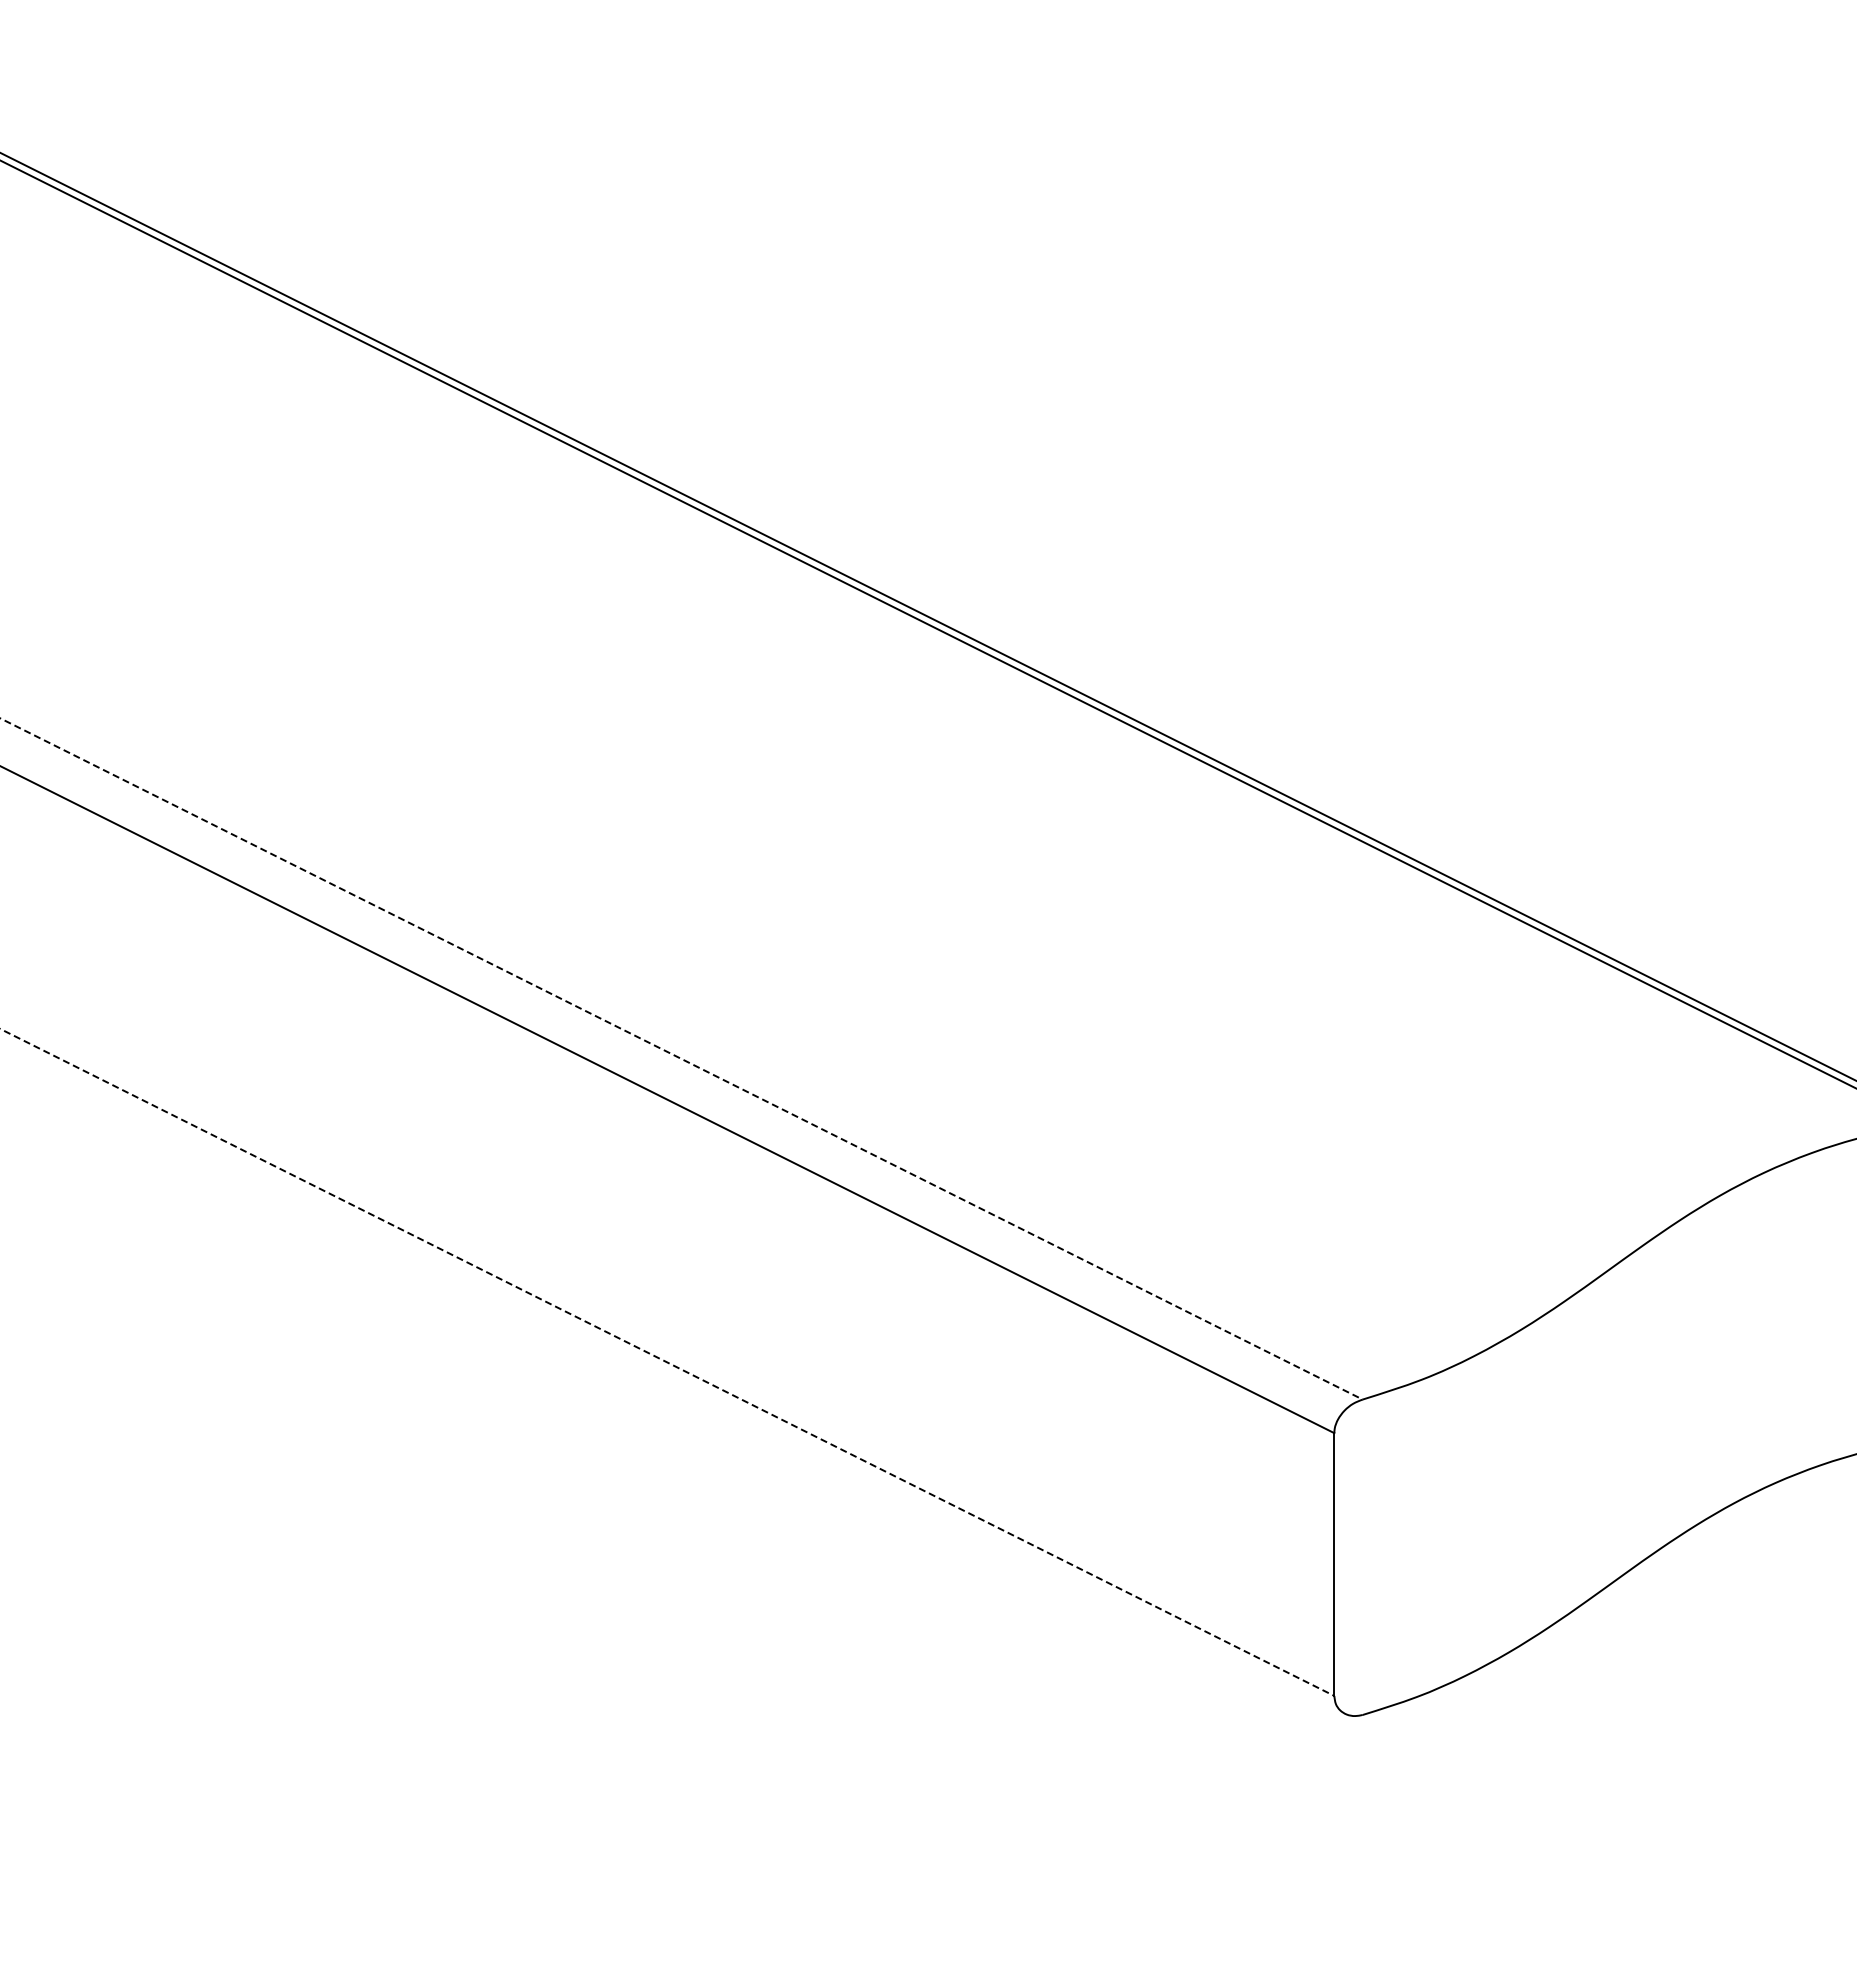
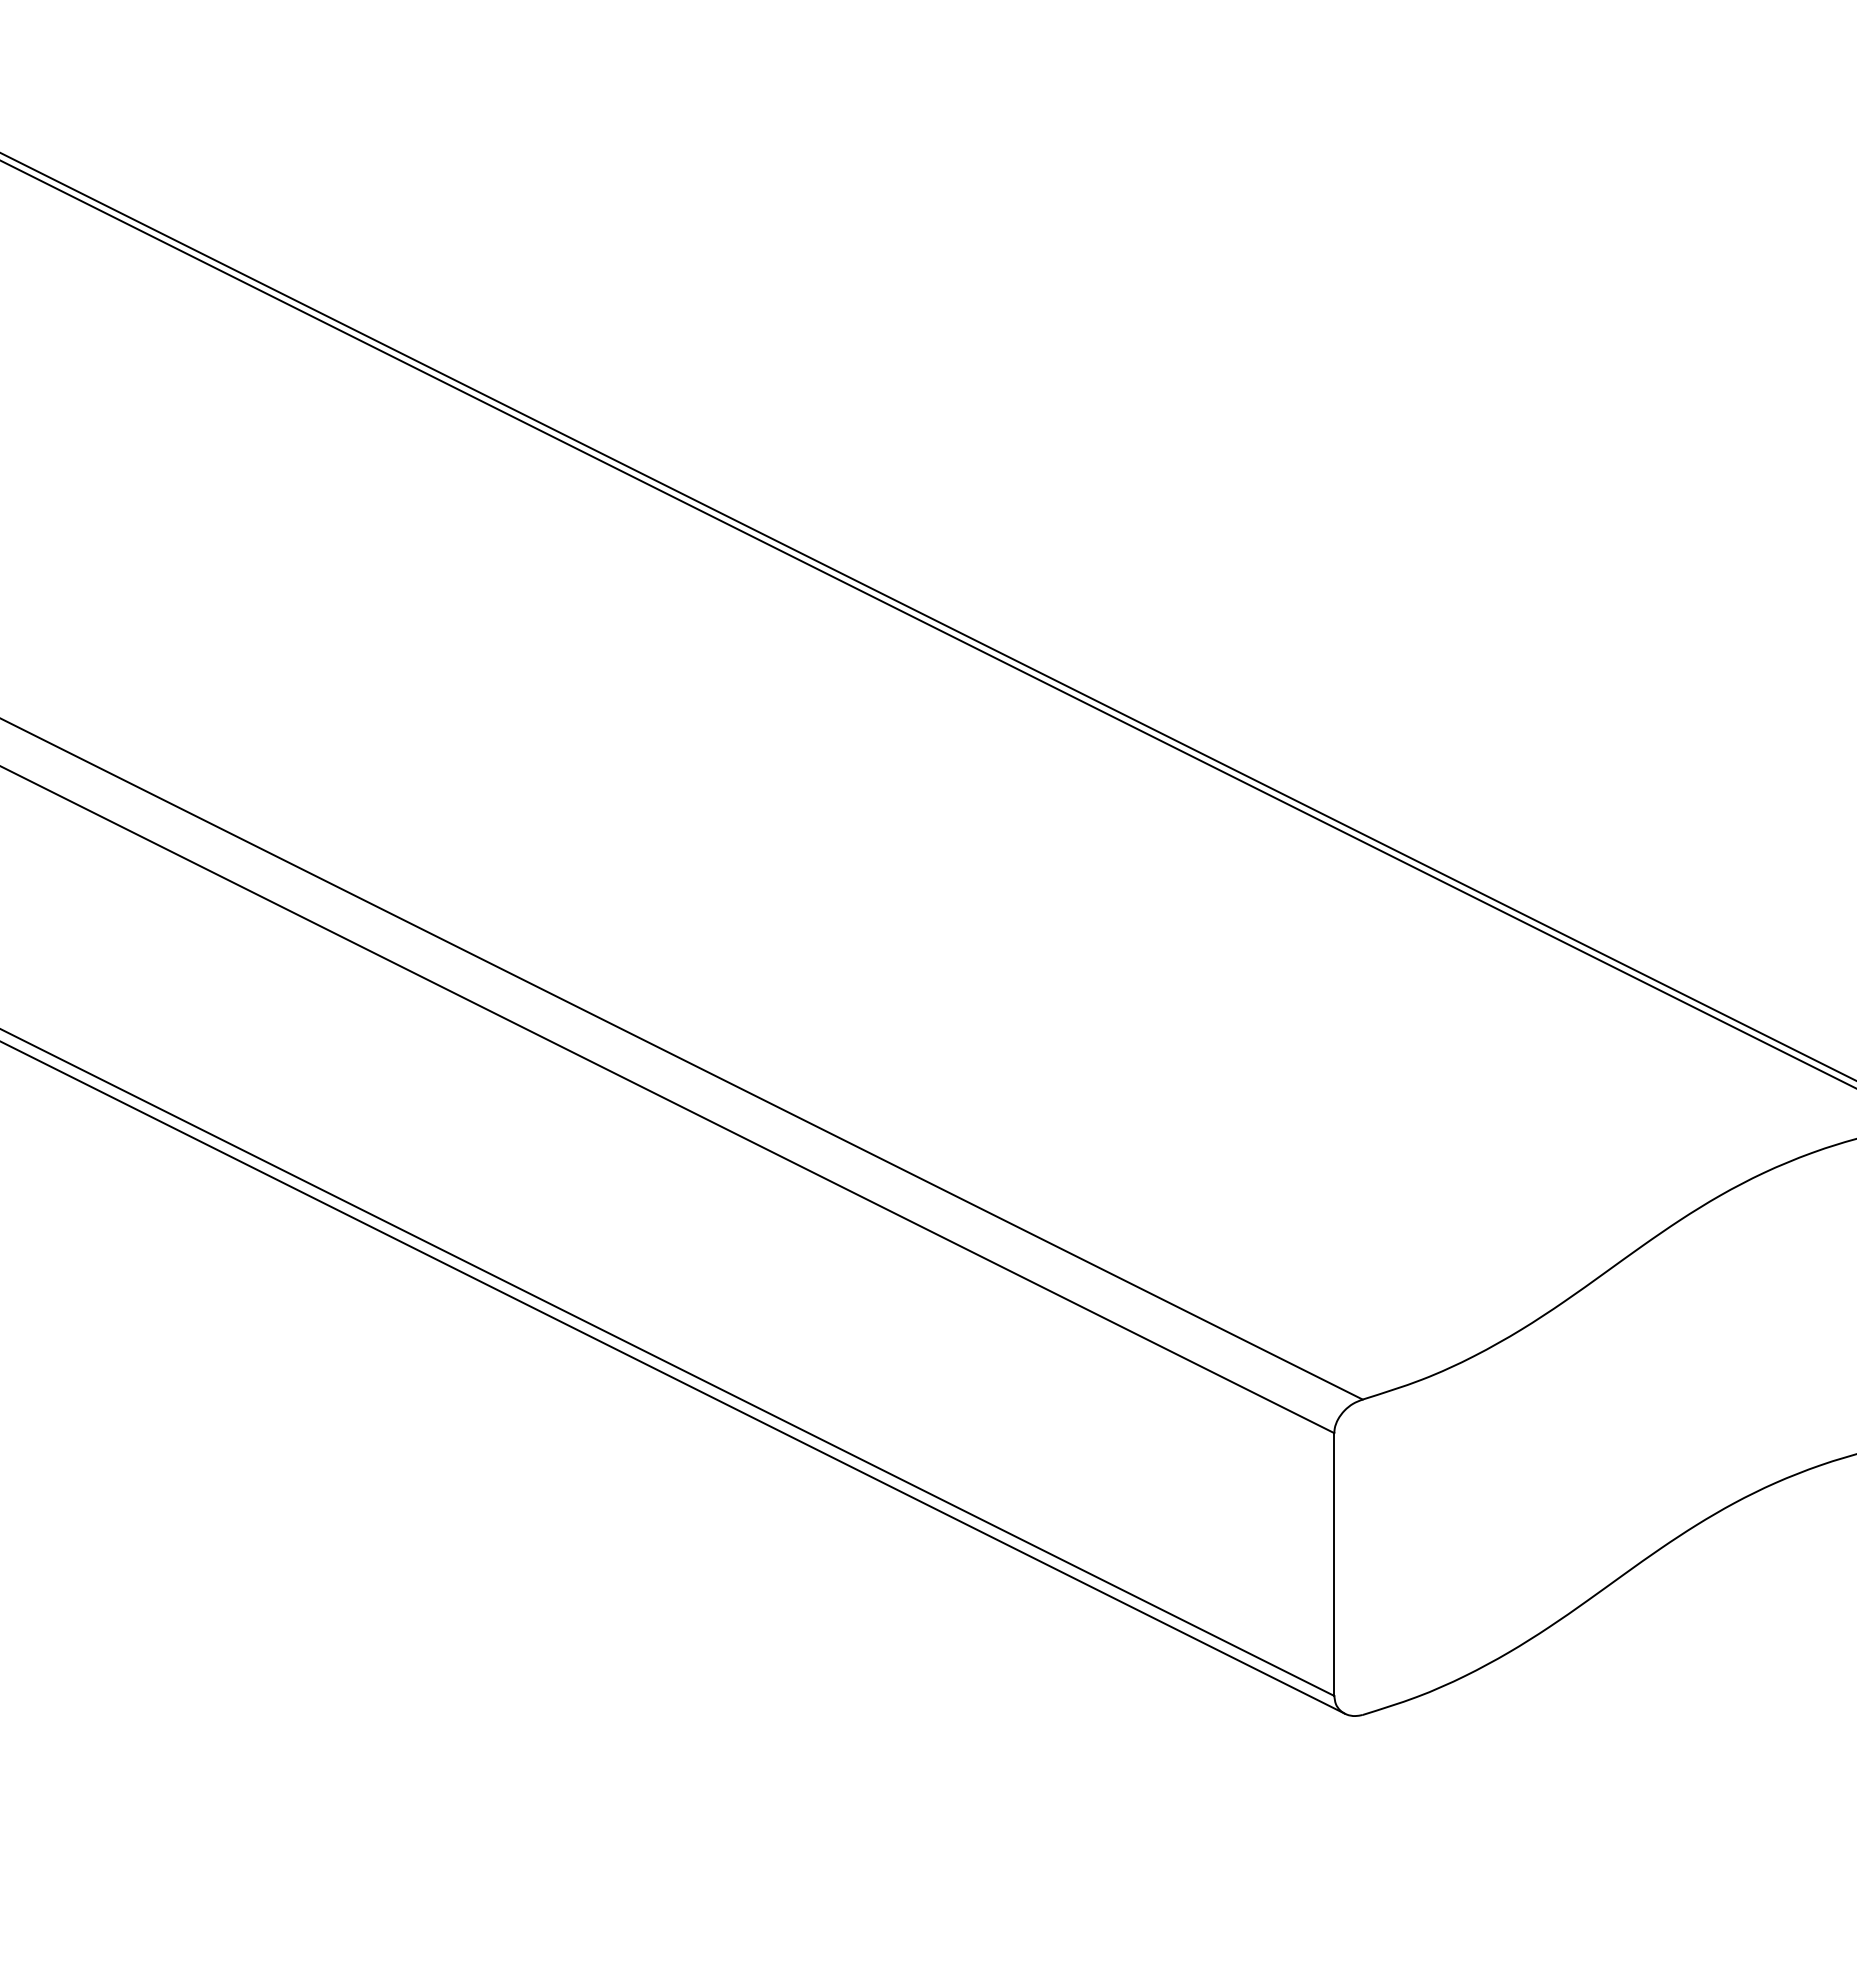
line at (682, 1059): dashed -> solid
line at (667, 1362): dashed -> solid
line at (673, 1377): none -> present
